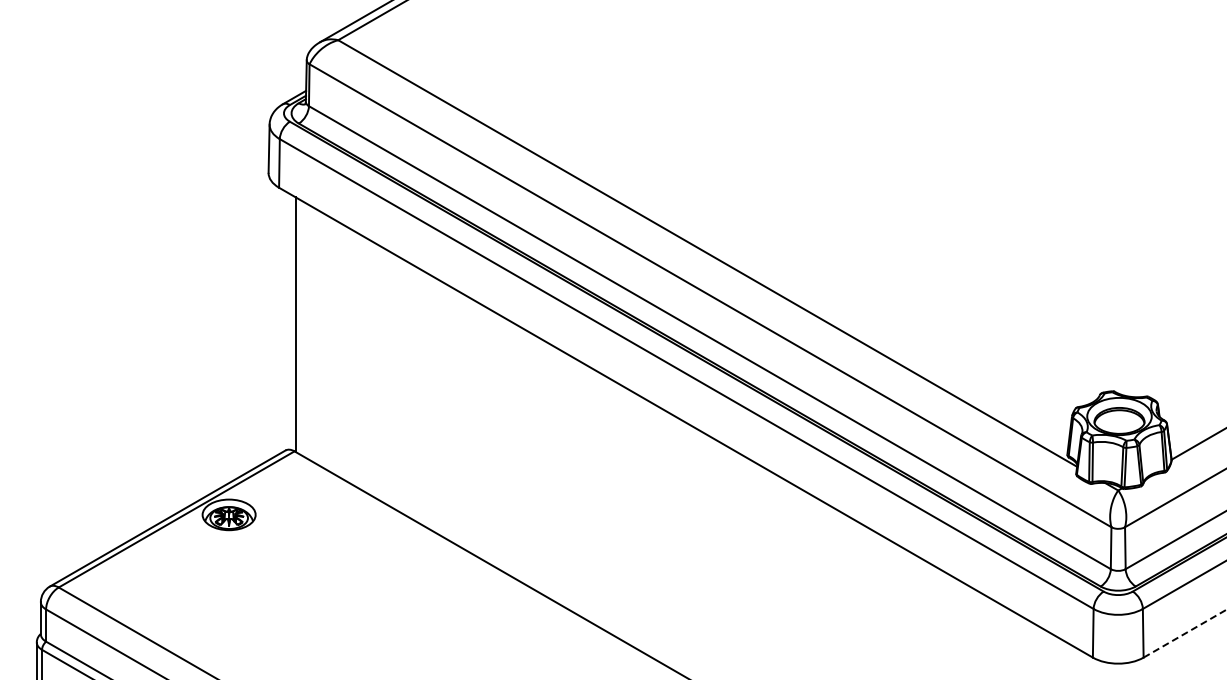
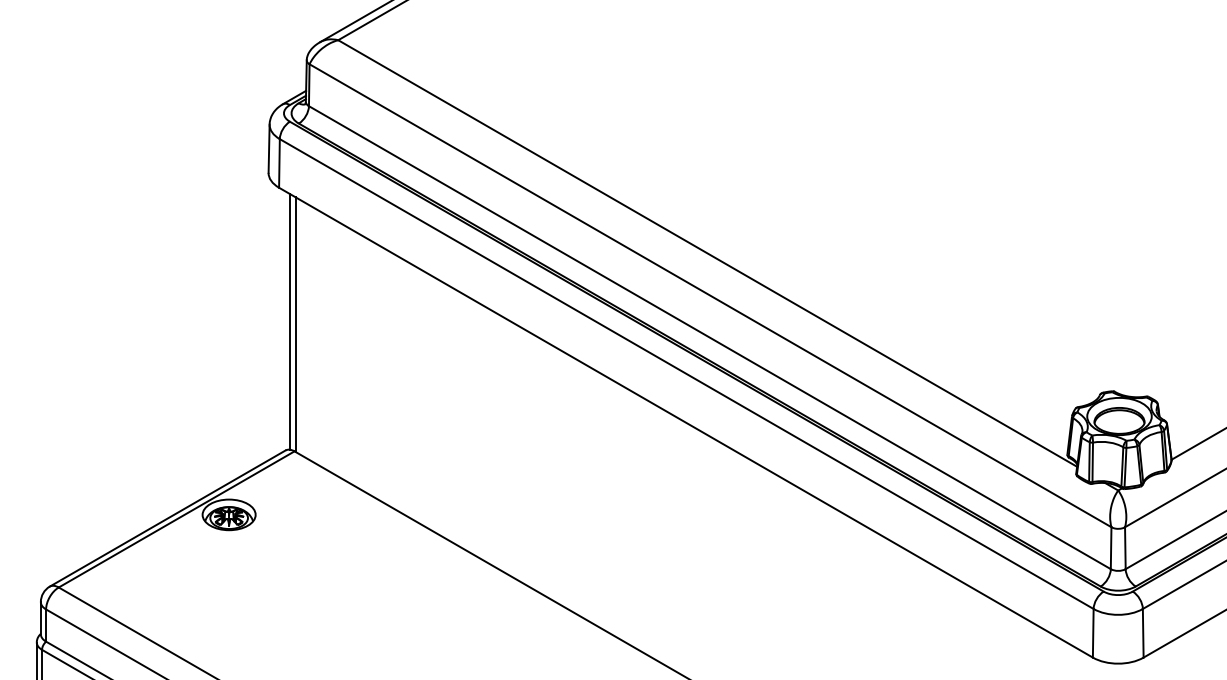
line at (290, 321): none -> present
line at (1185, 633): dashed -> solid
